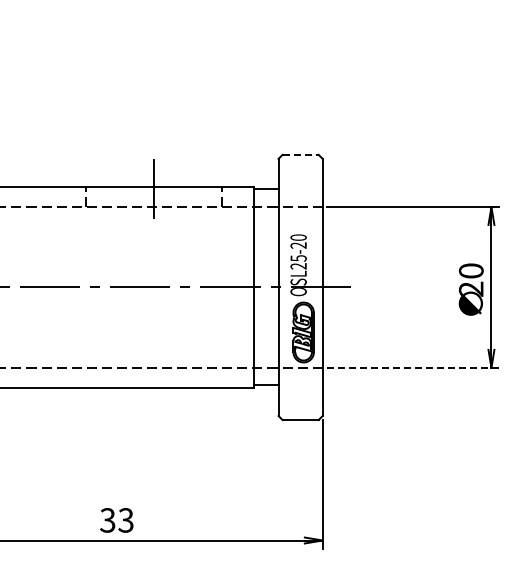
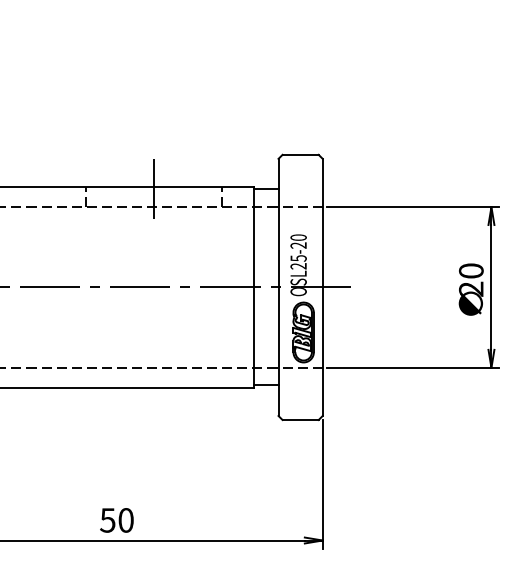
line at (301, 154): dashed -> solid
line at (413, 367): dashed -> solid
text at (116, 520): 33 -> 50
